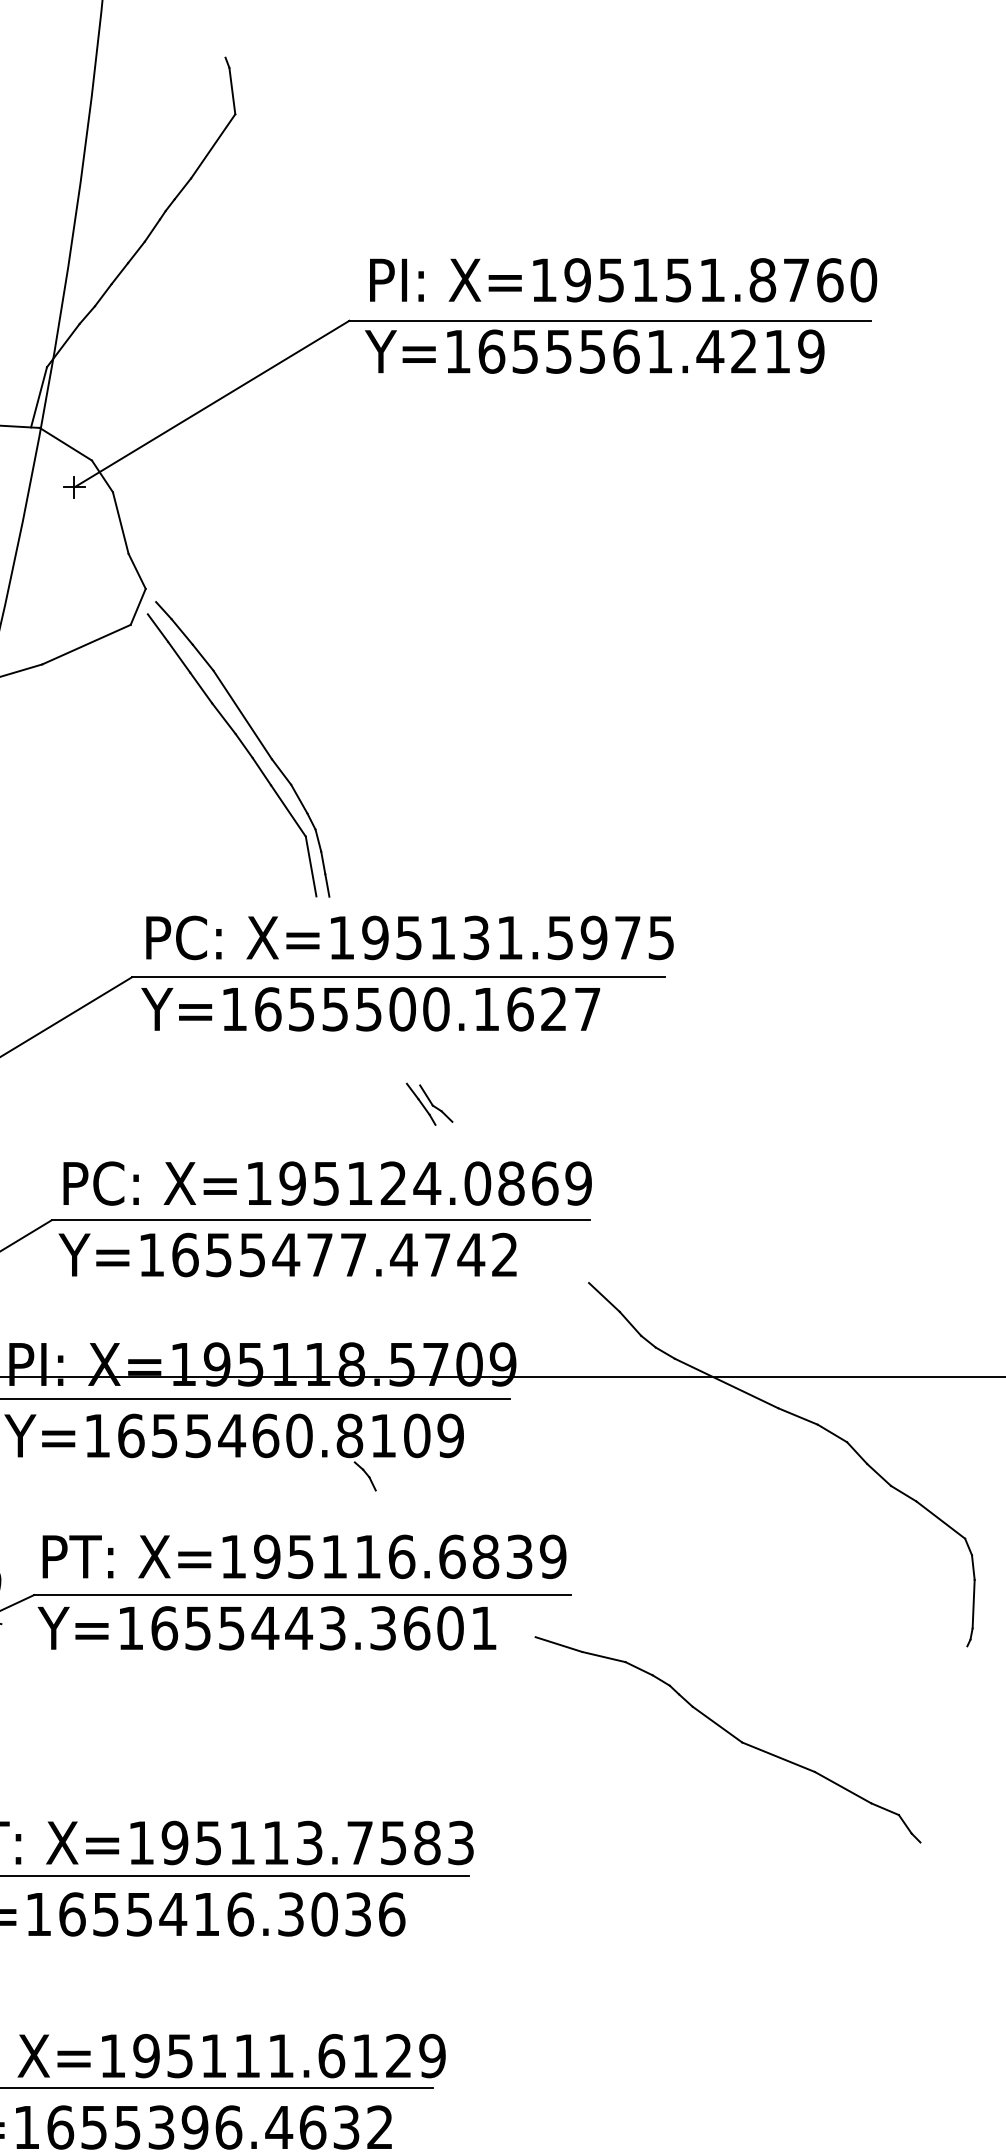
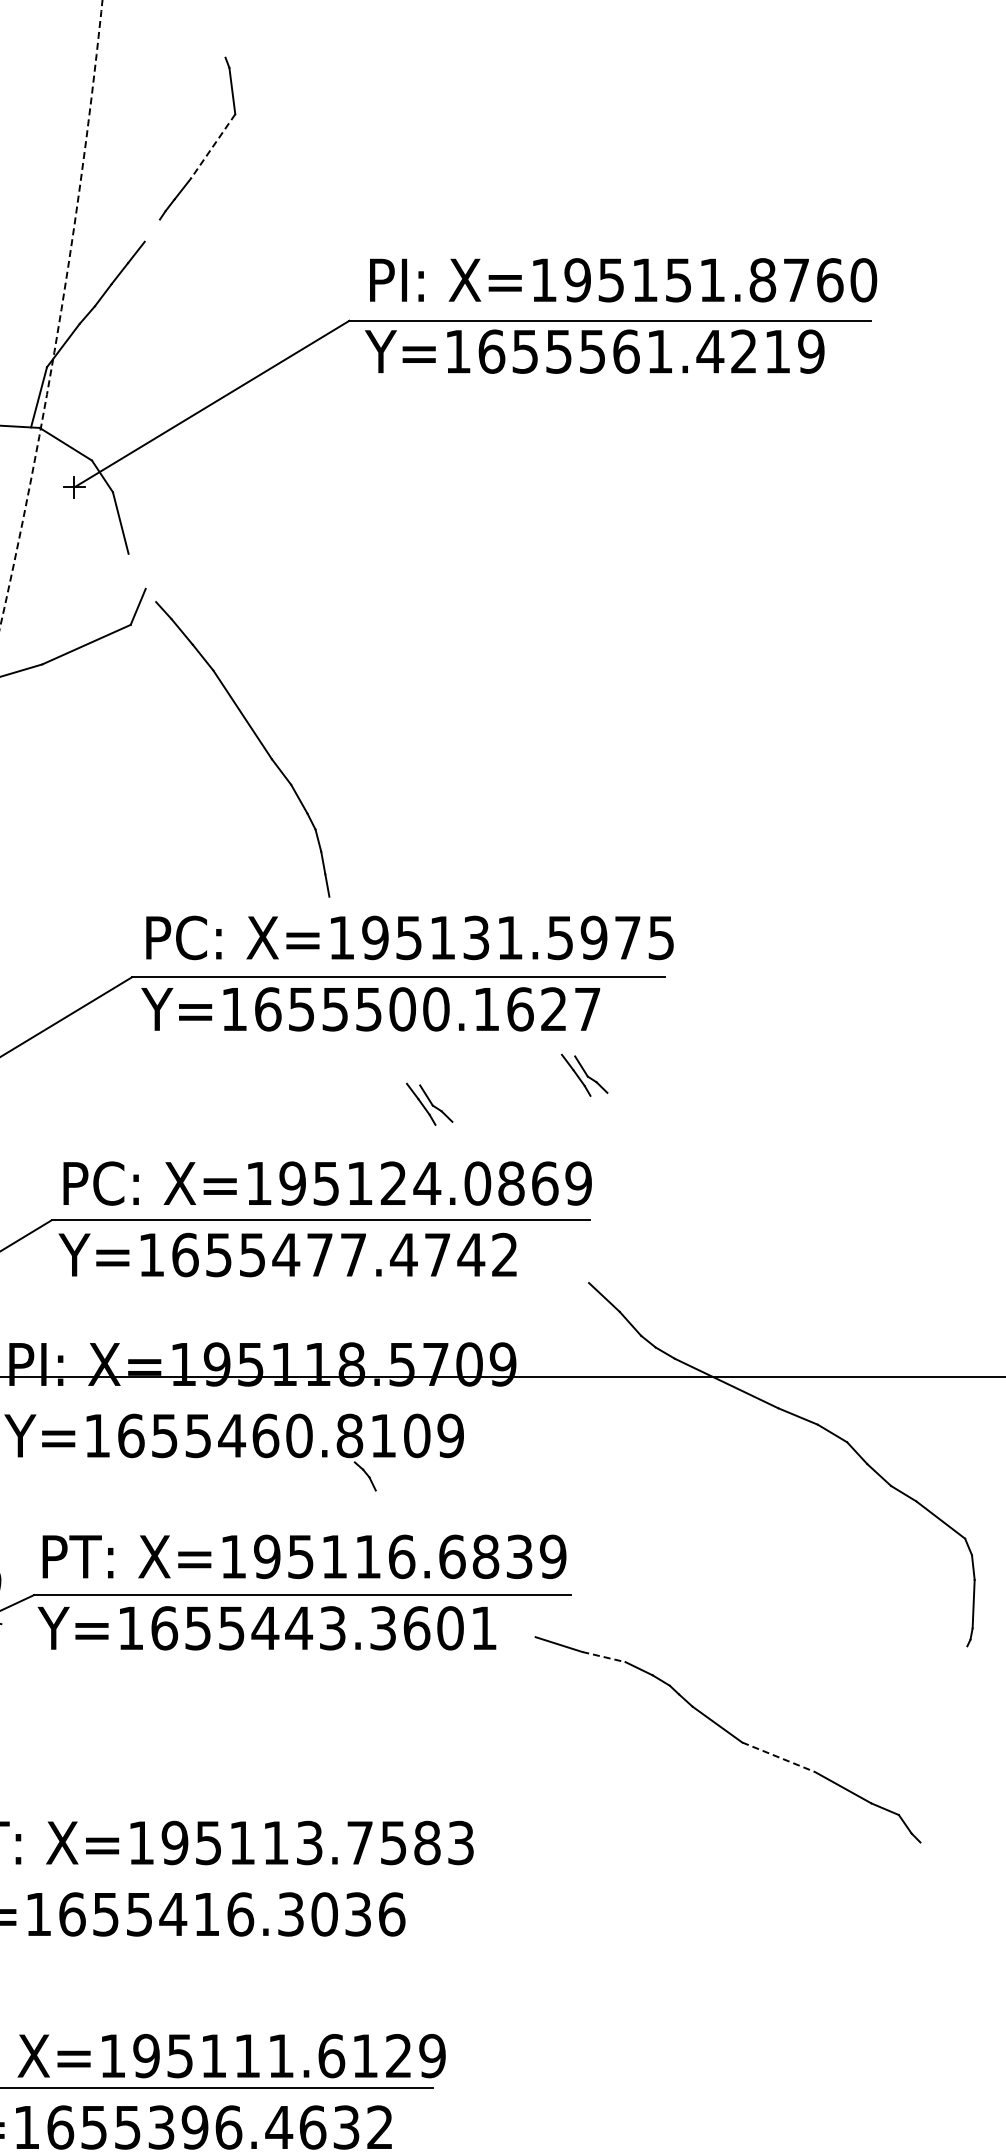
line at (213, 146): solid -> dashed
line at (151, 230): present -> none
arc at (60, 314): solid -> dashed
line at (136, 570): present -> none
part at (244, 748): present -> none
part at (584, 1074): none -> present
line at (256, 1398): present -> none
line at (604, 1657): solid -> dashed
line at (779, 1757): solid -> dashed
line at (235, 1875): present -> none
